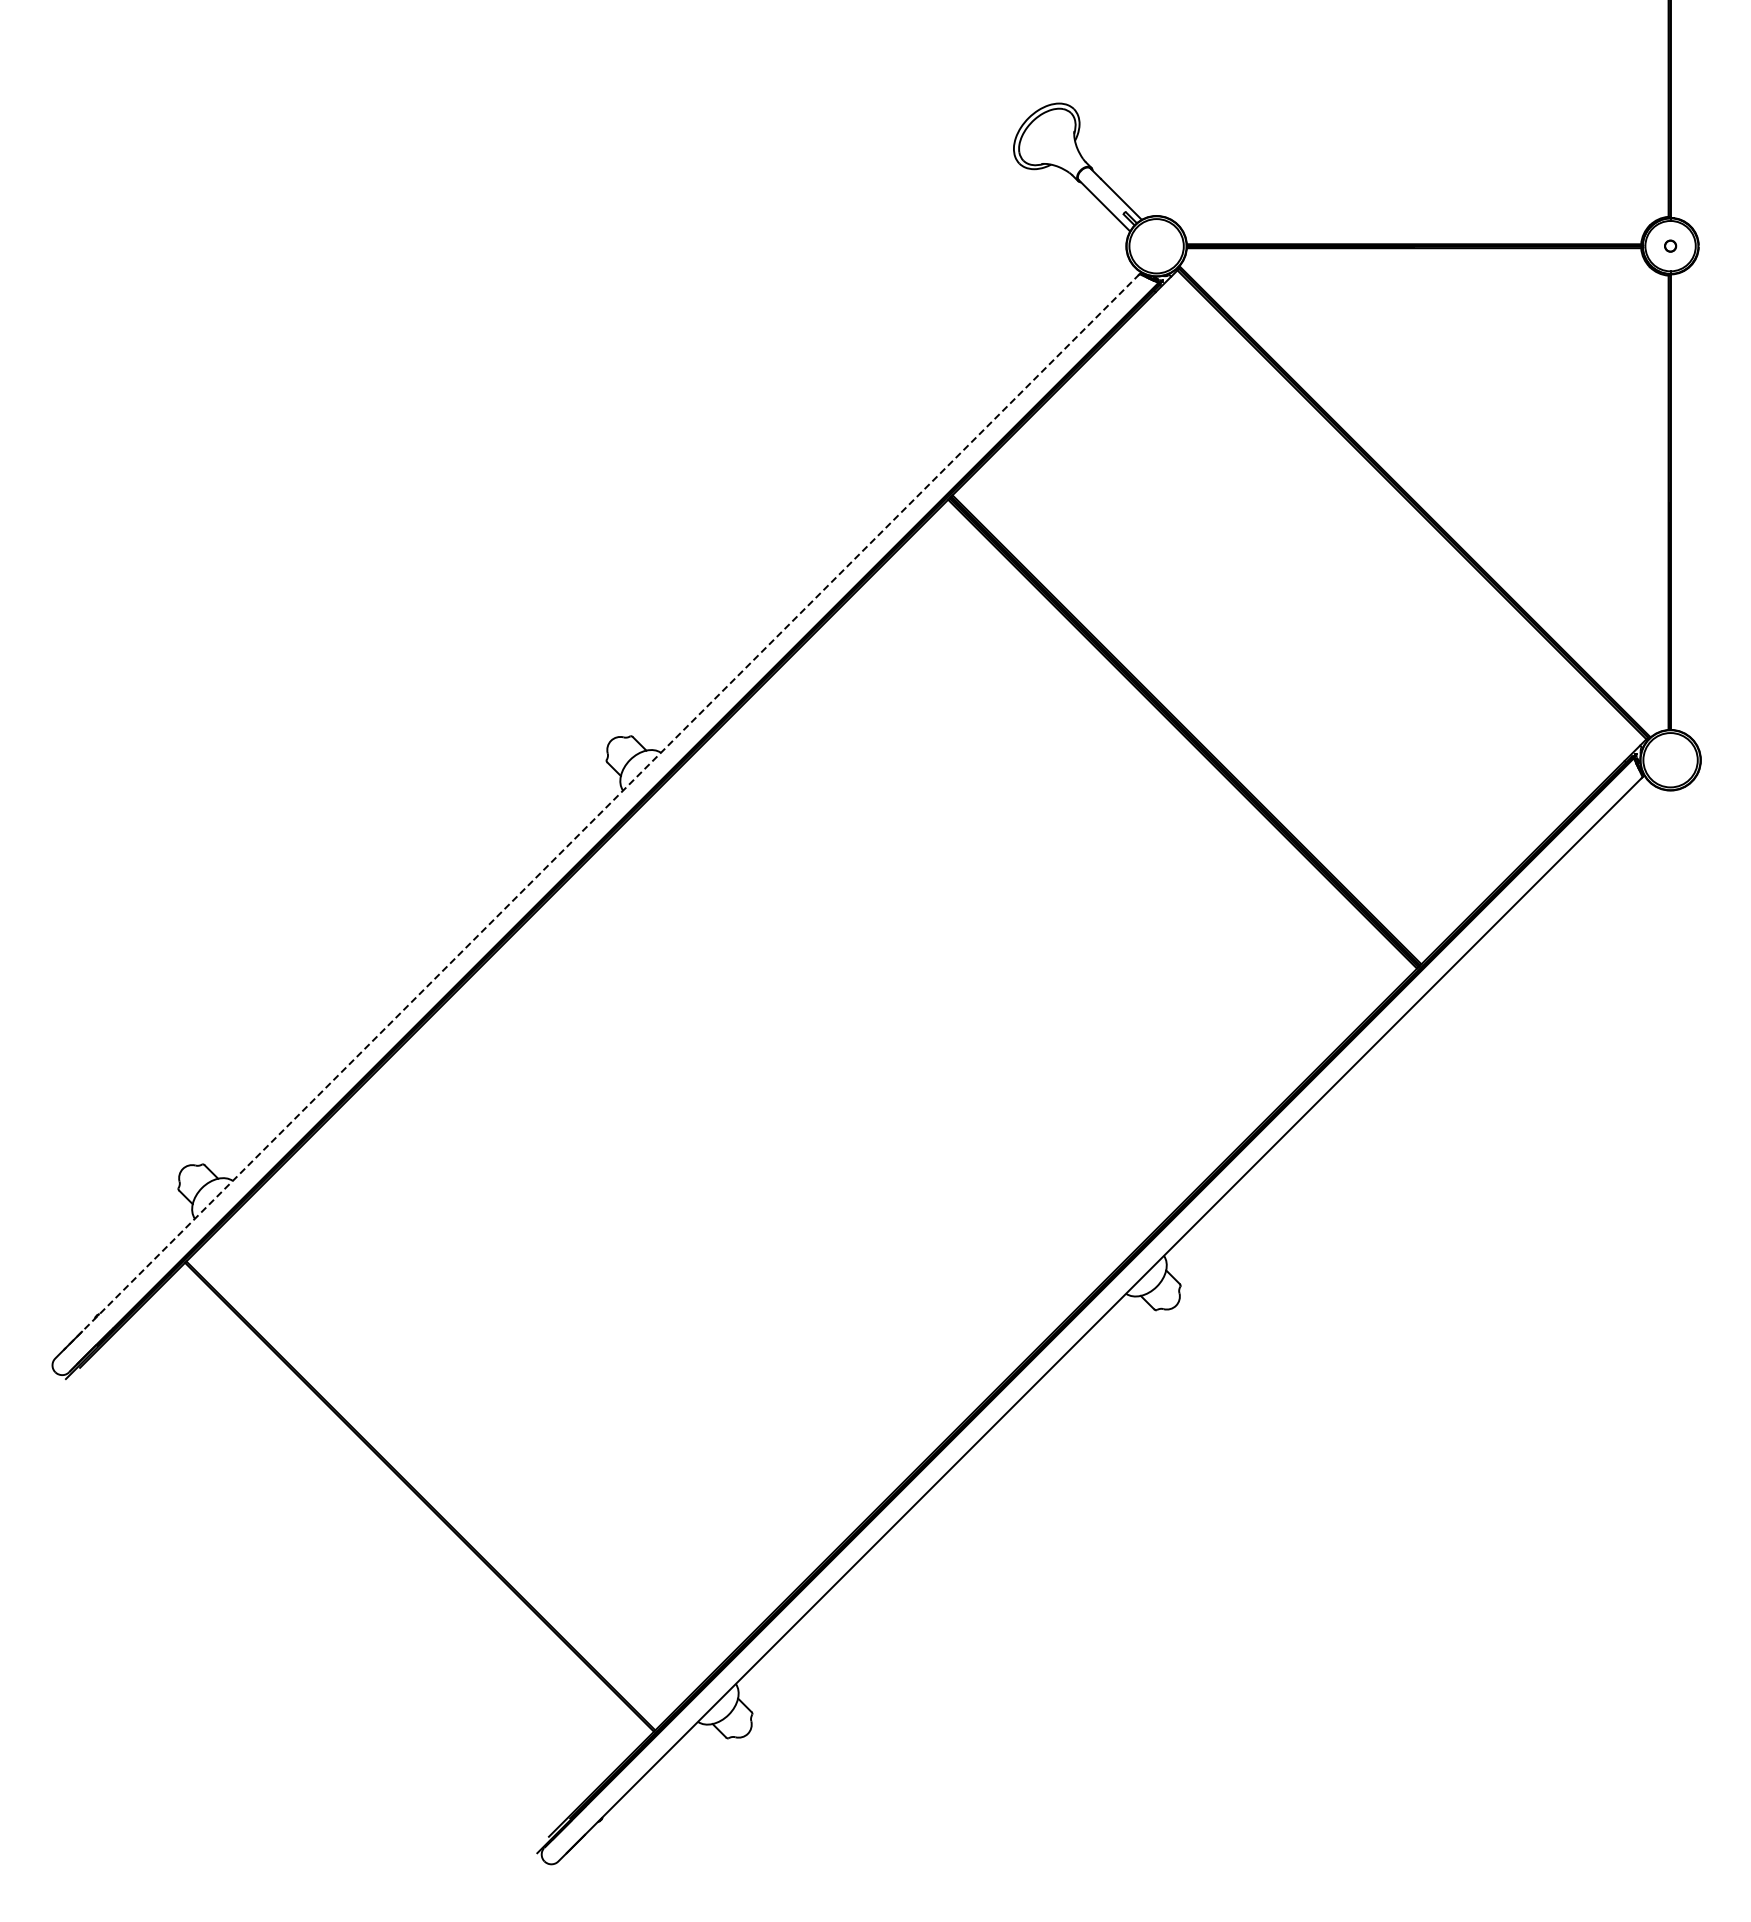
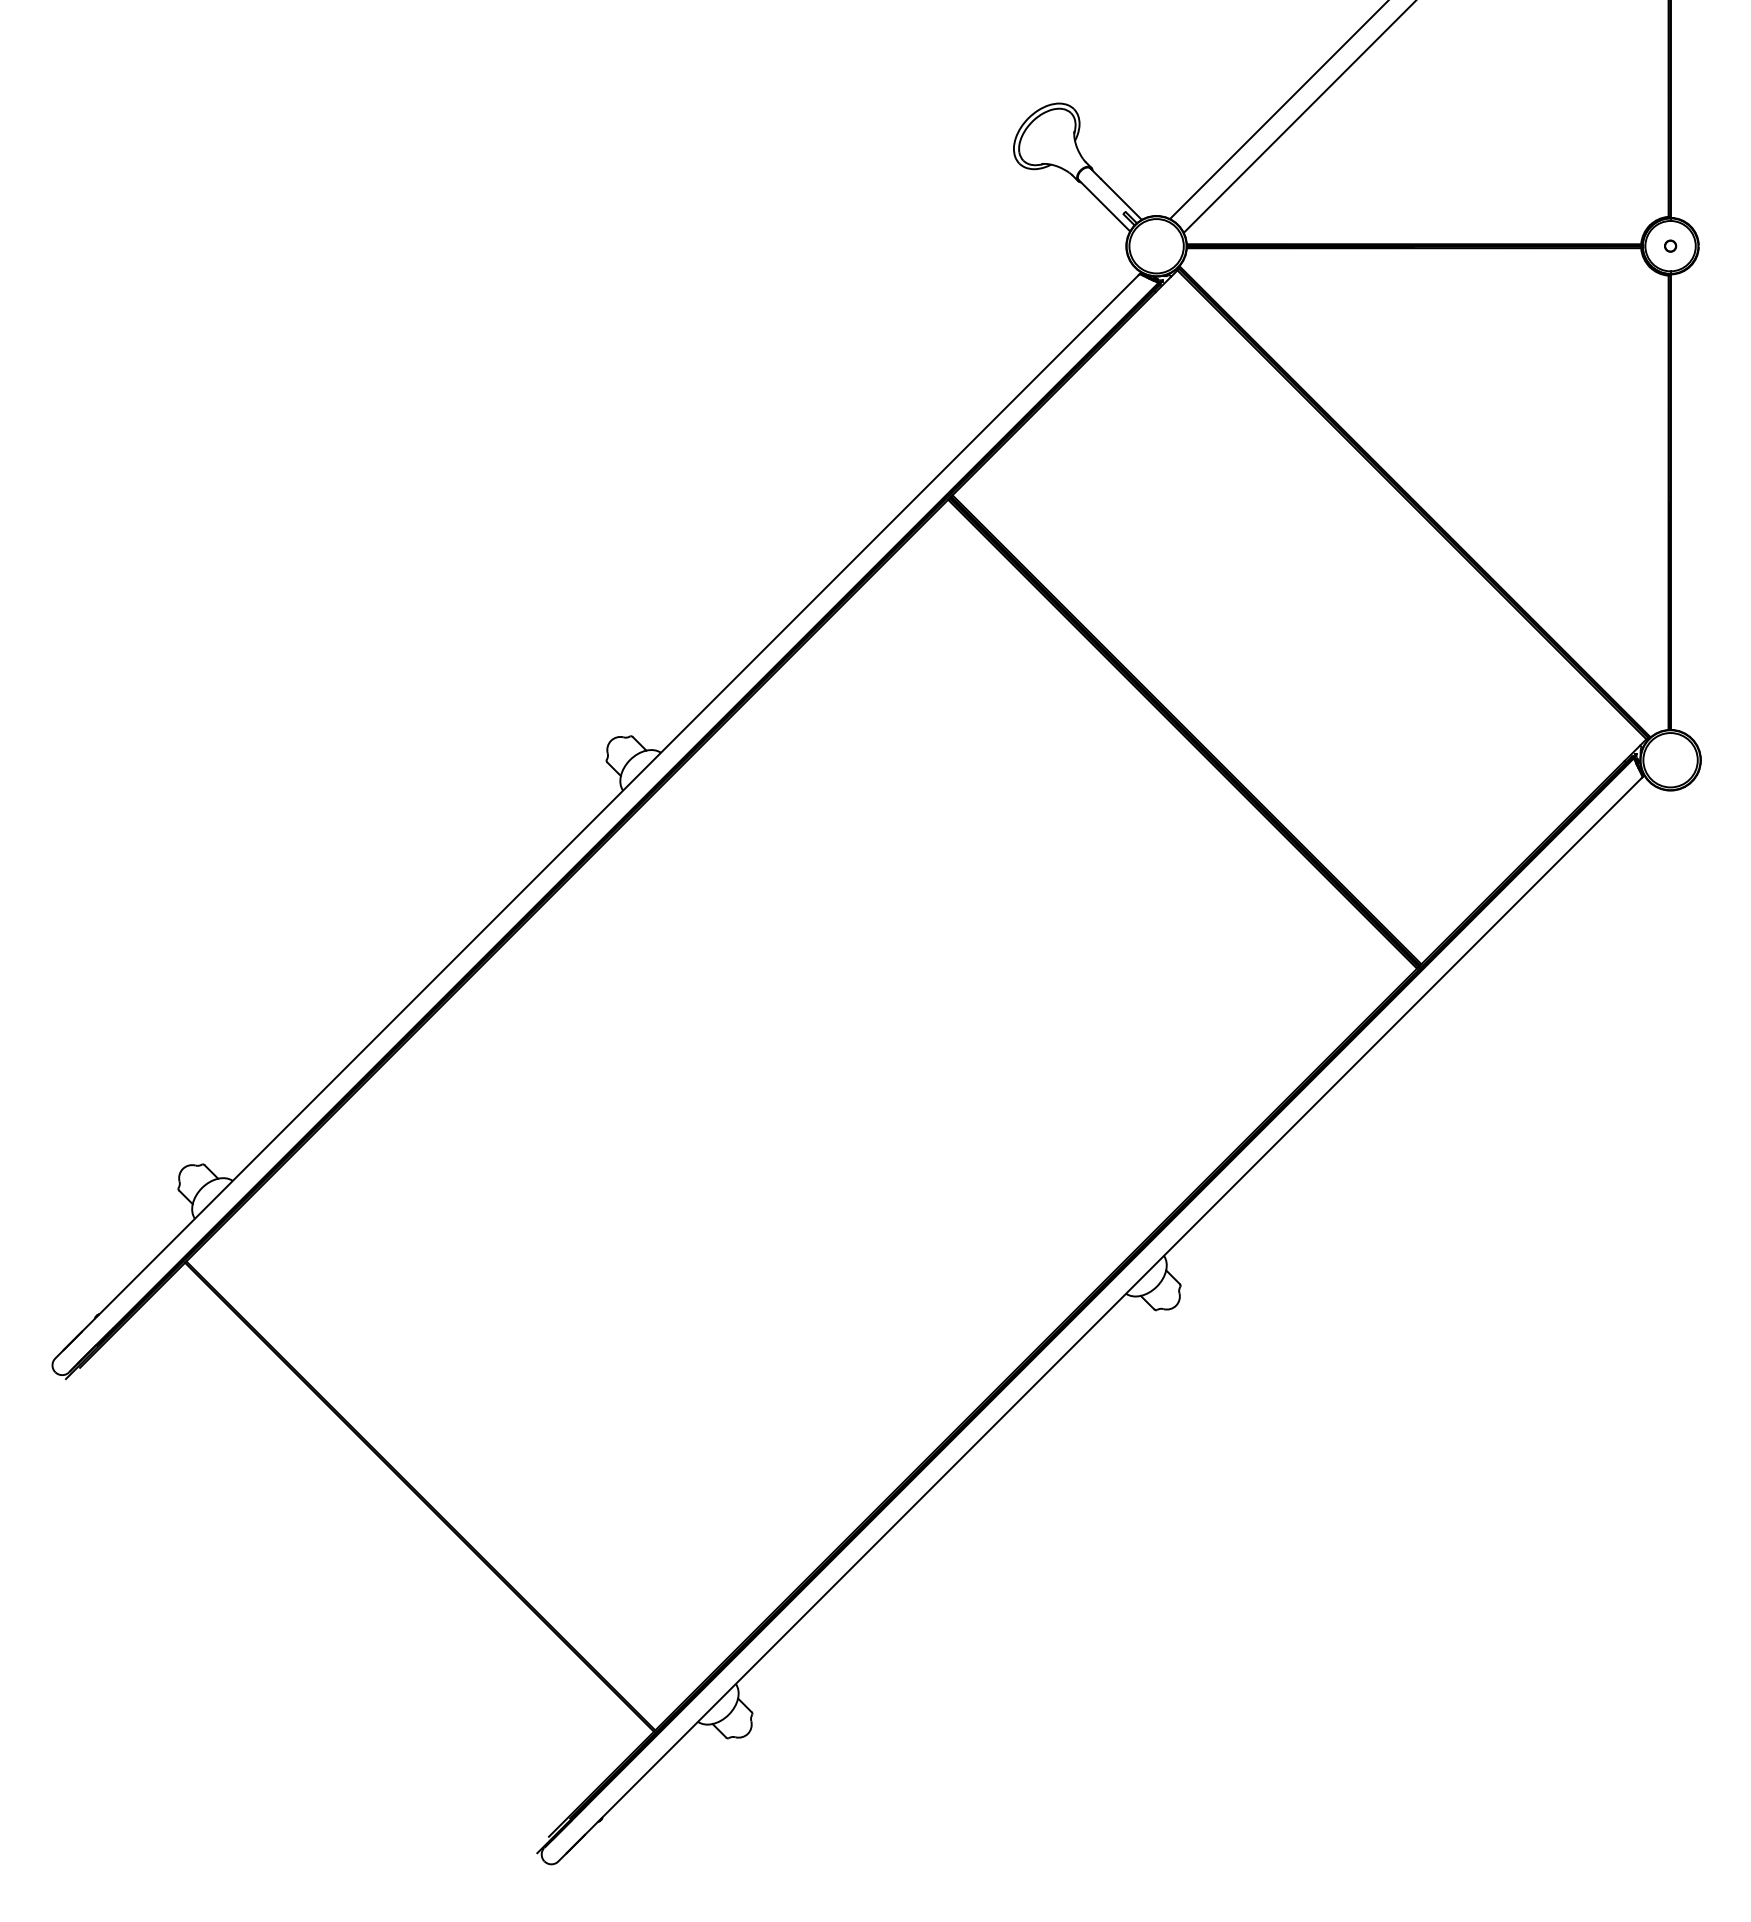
line at (1277, 110): none -> present
line at (1298, 117): none -> present
line at (601, 812): dashed -> solid
